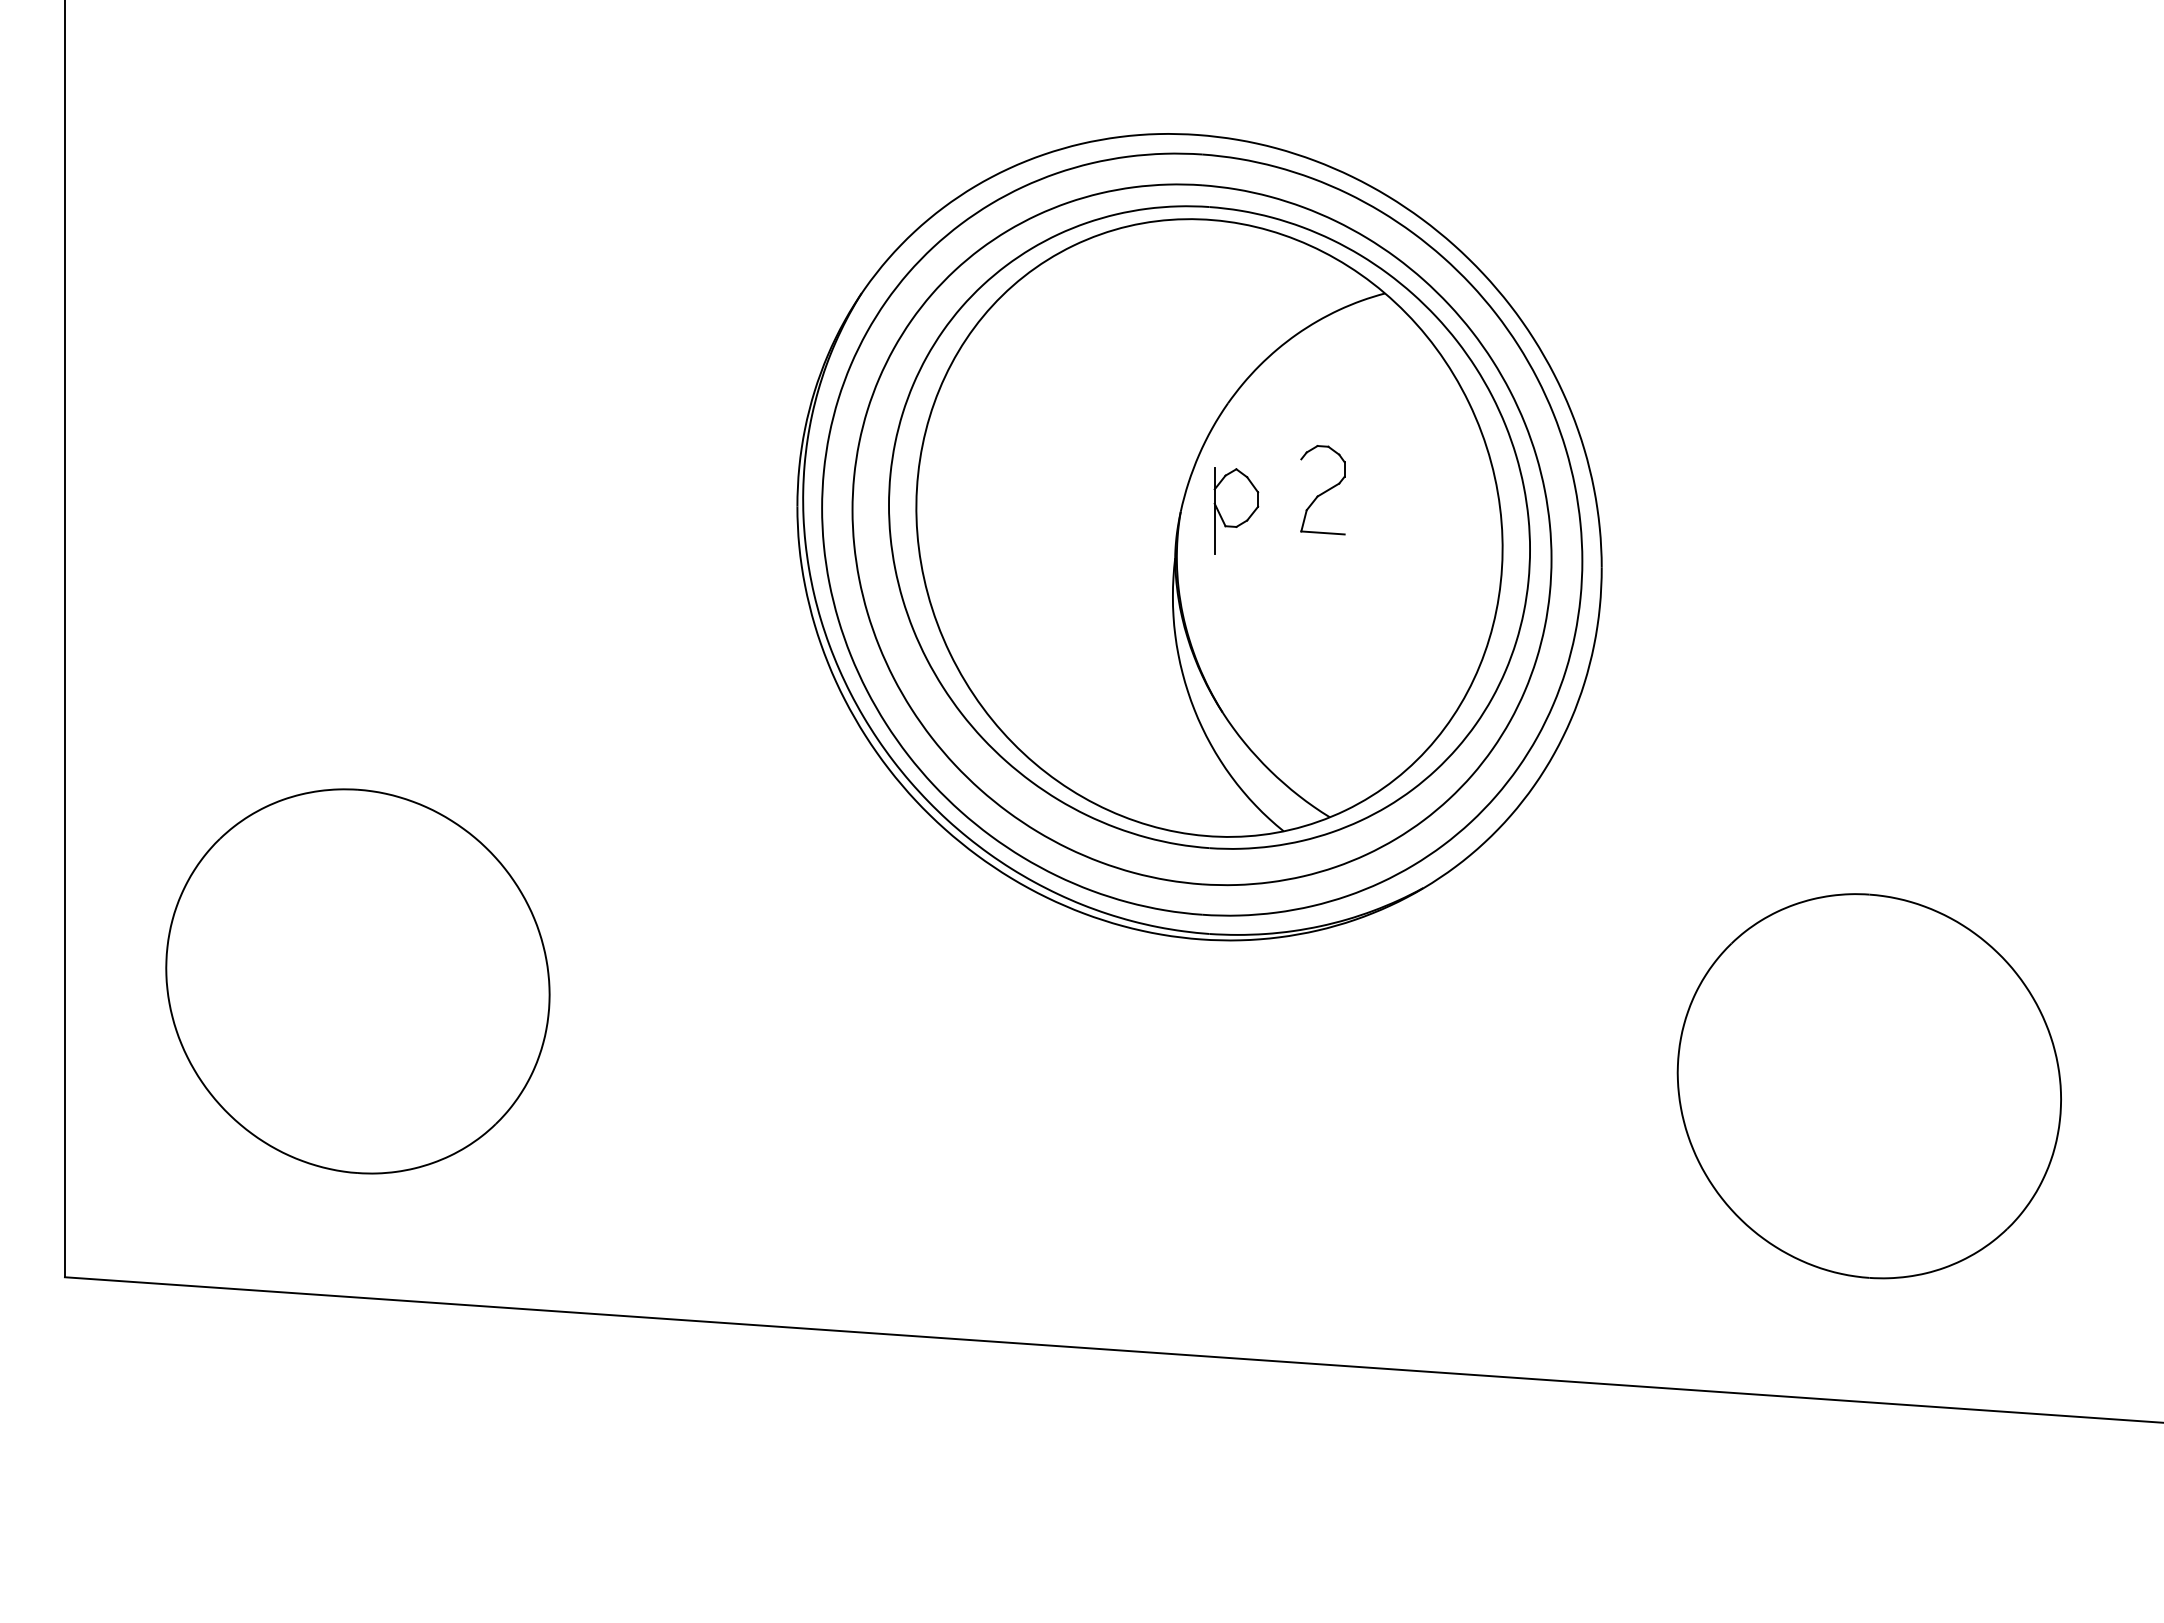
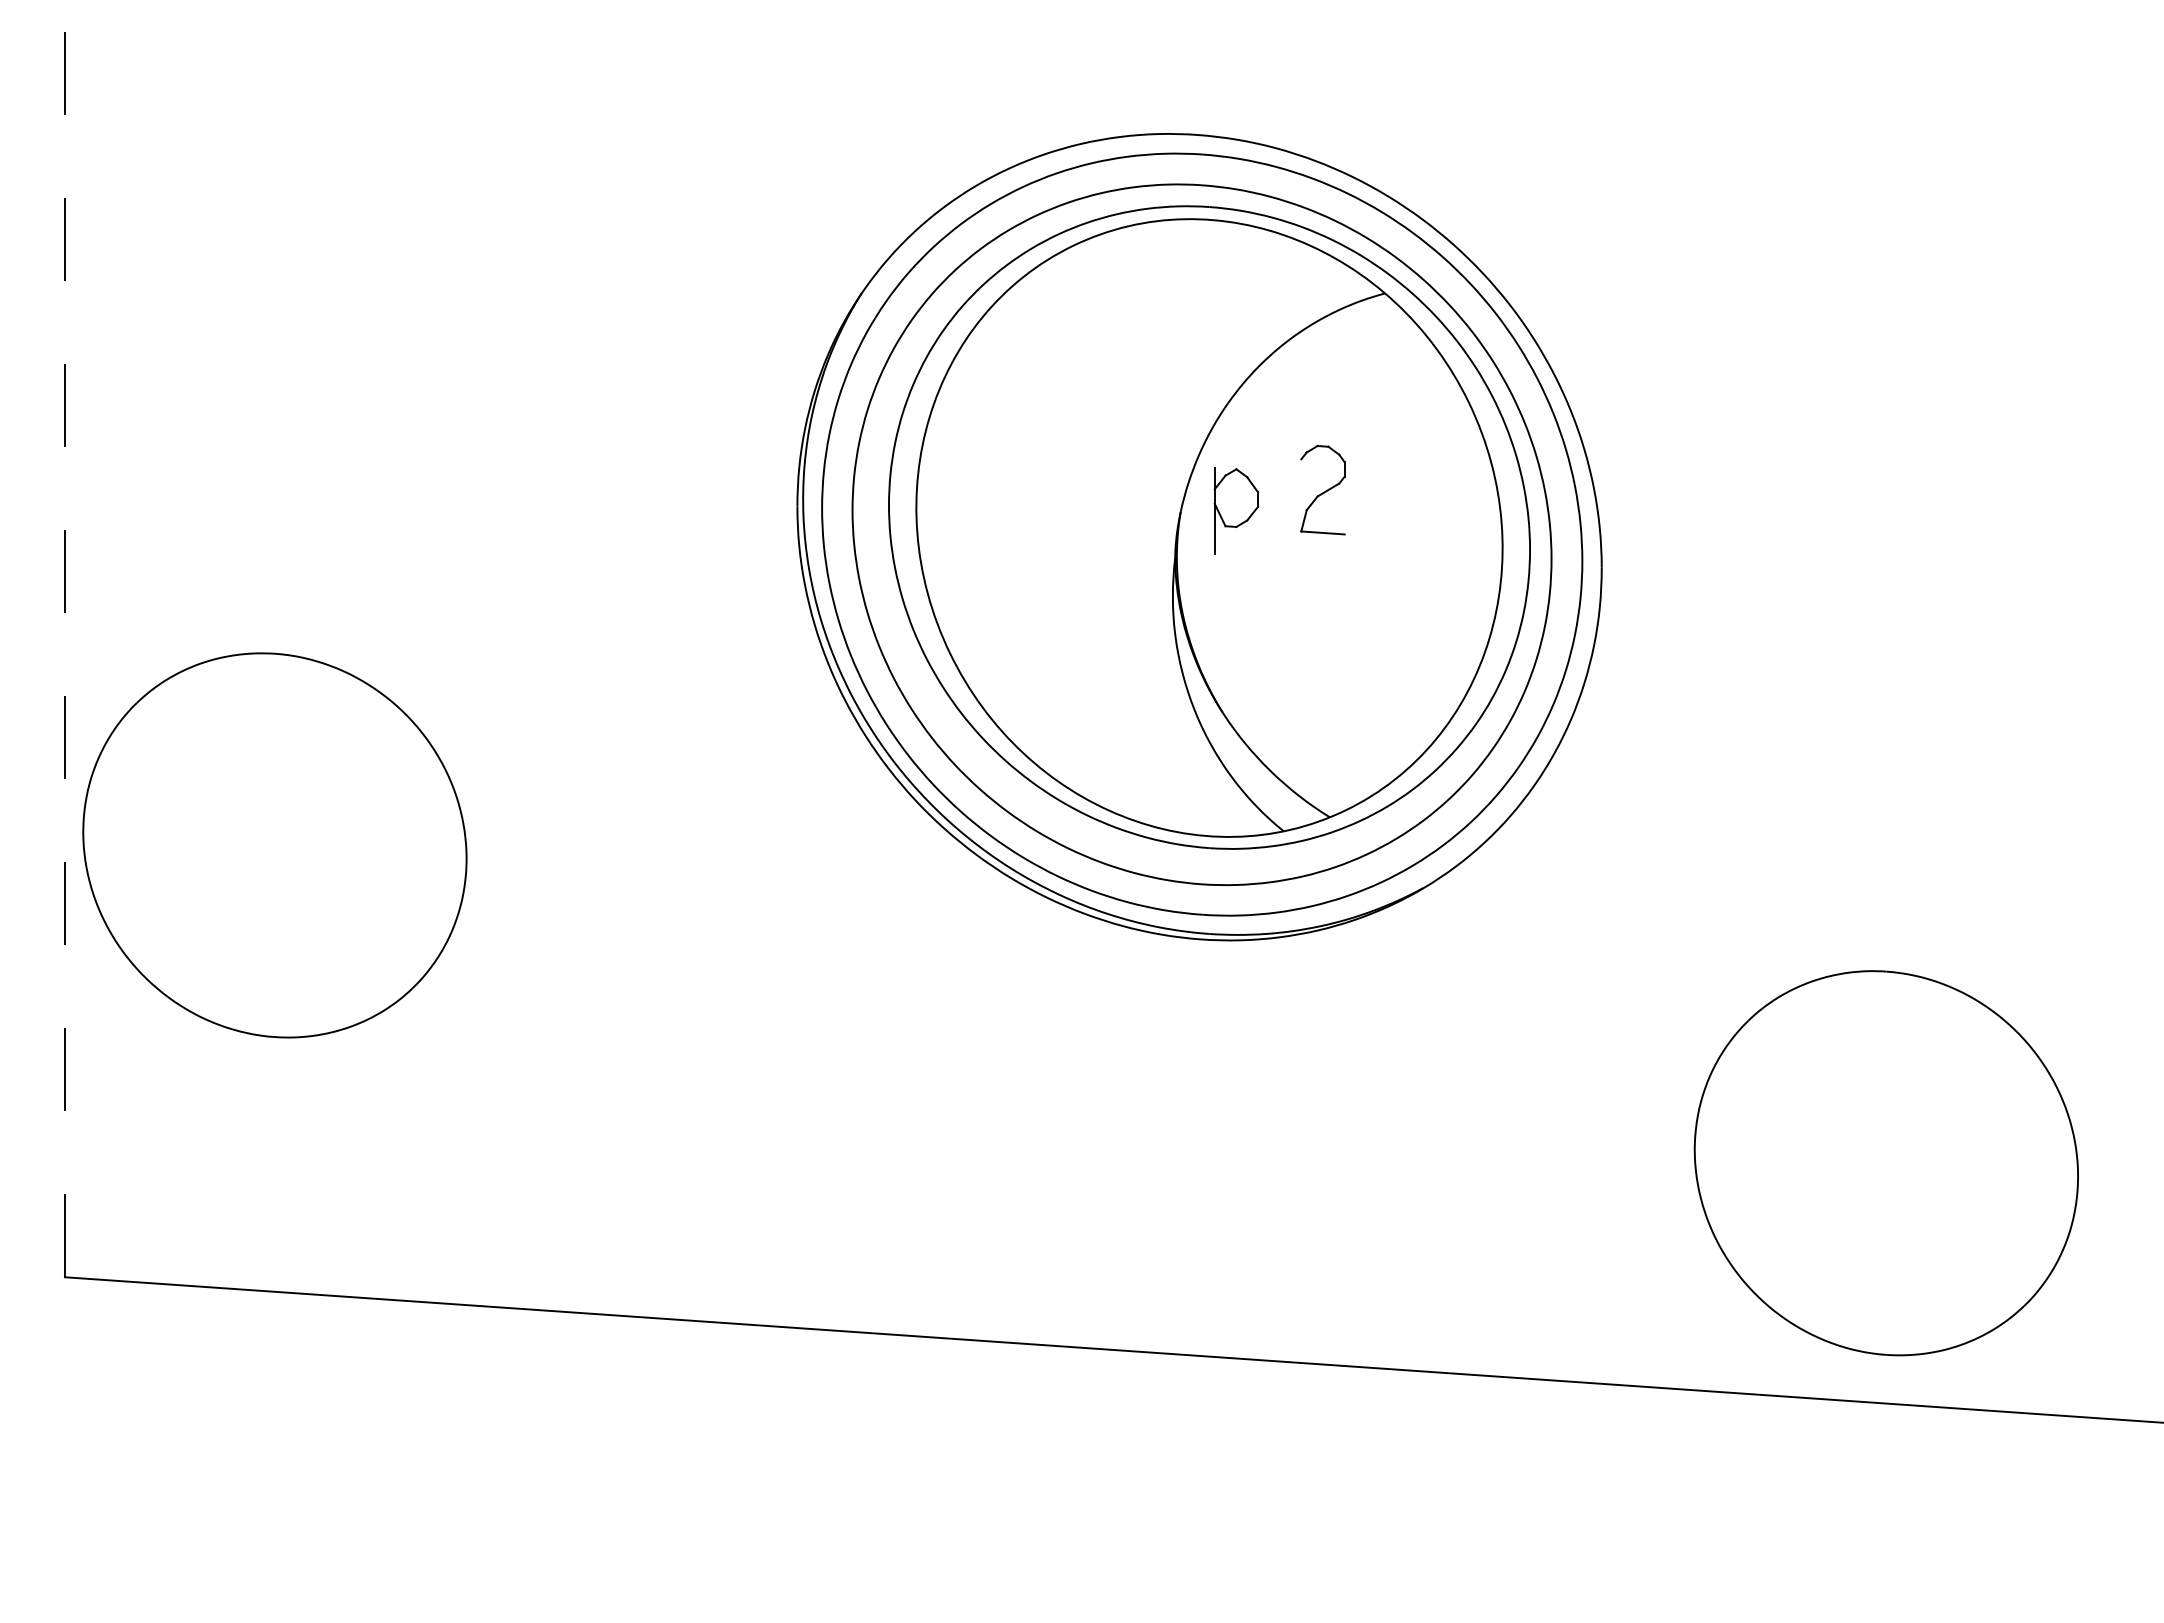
line at (64, 638): solid -> dashed
part at (357, 981) position: (357, 981) -> (274, 845)
part at (1868, 1086) position: (1868, 1086) -> (1885, 1163)
